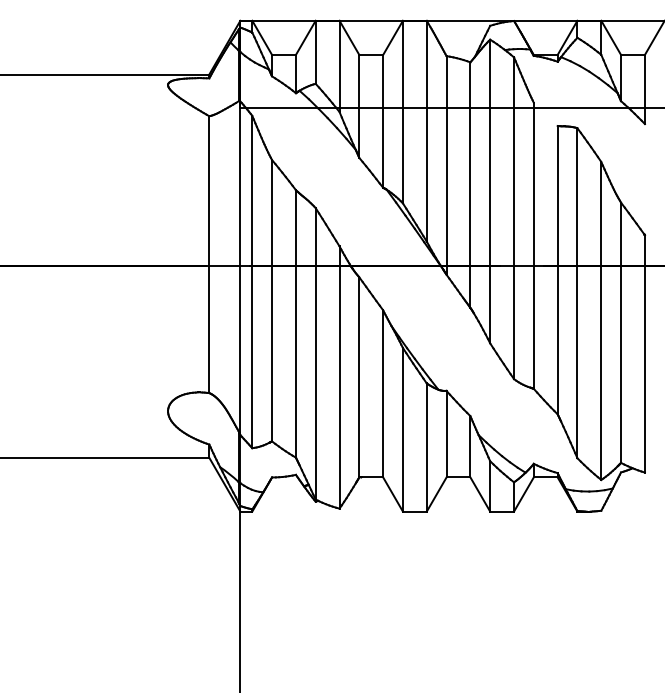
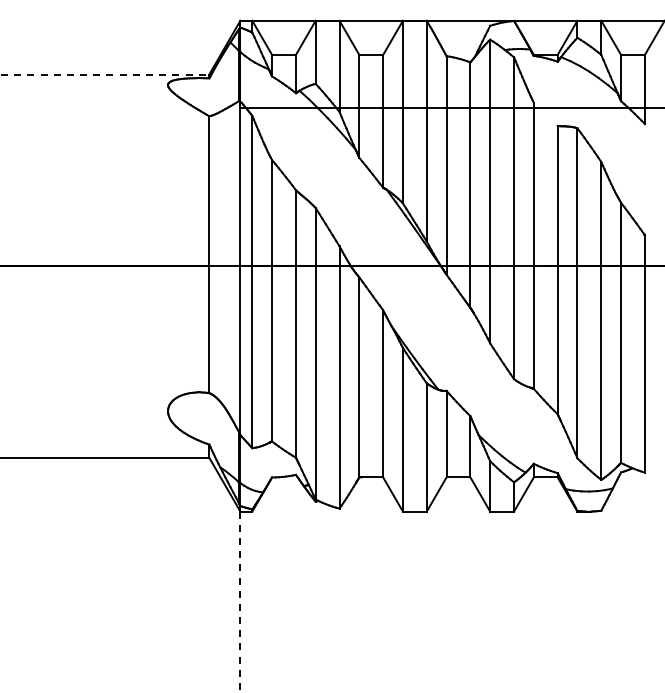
line at (105, 74): solid -> dashed
line at (240, 602): solid -> dashed
